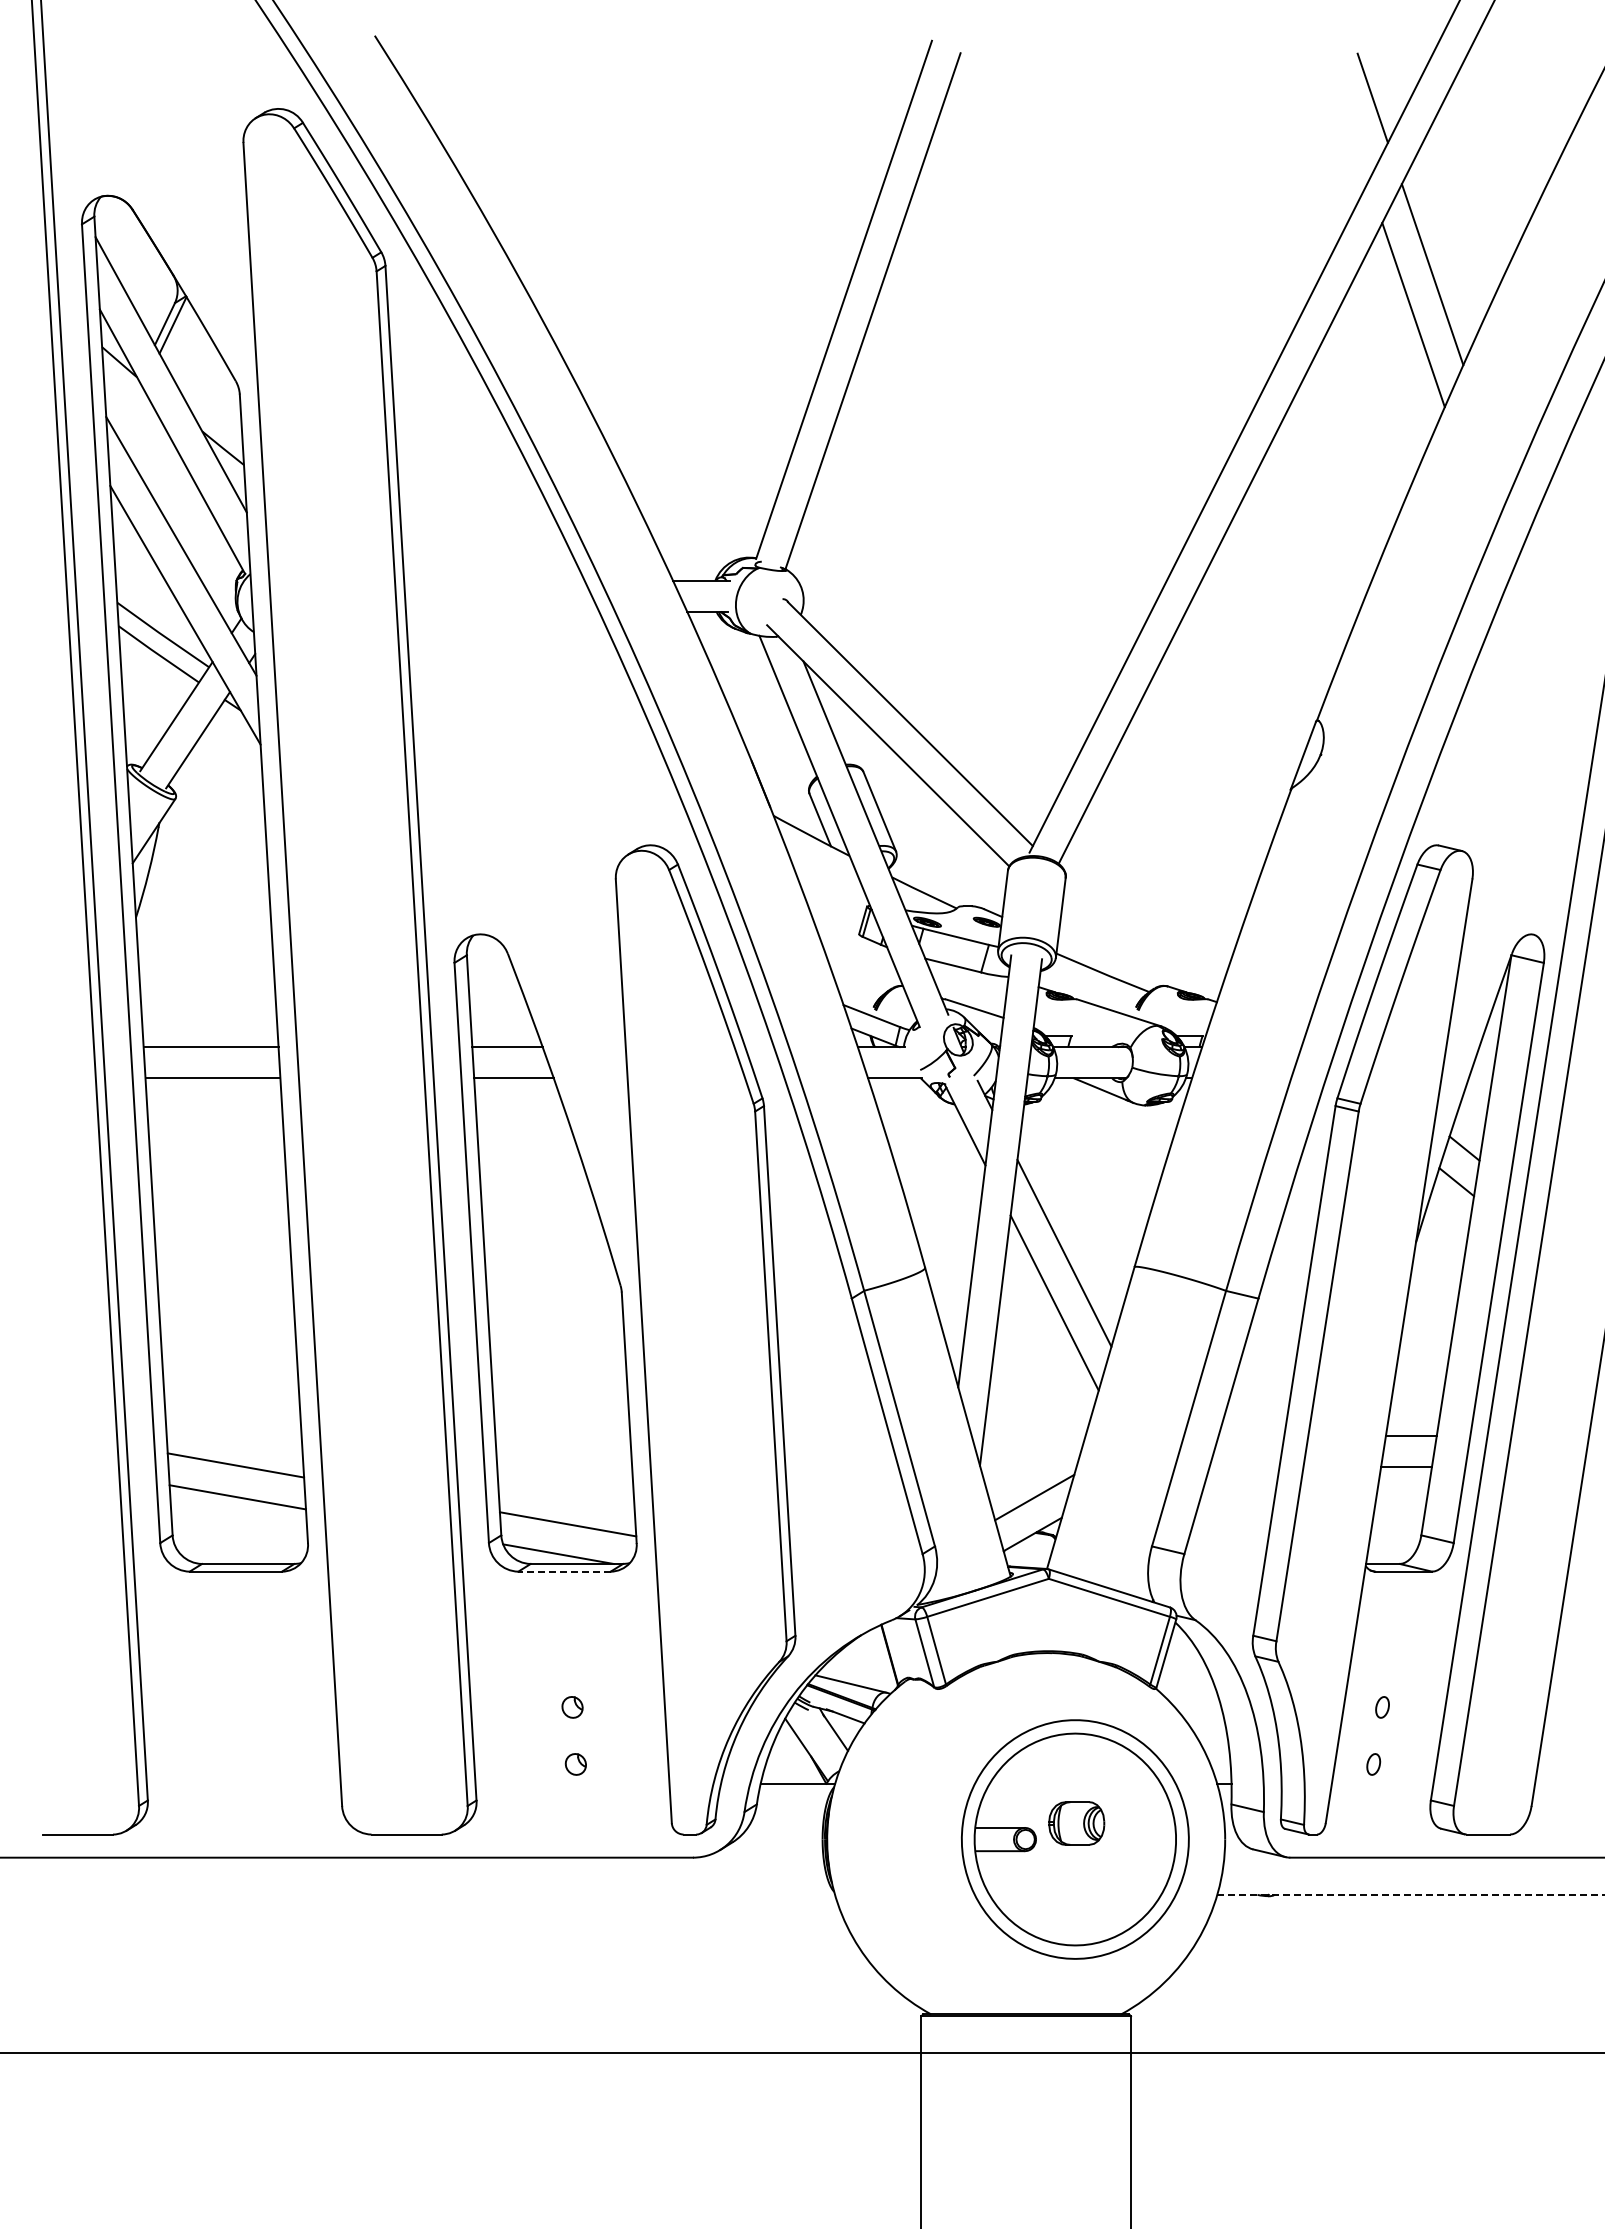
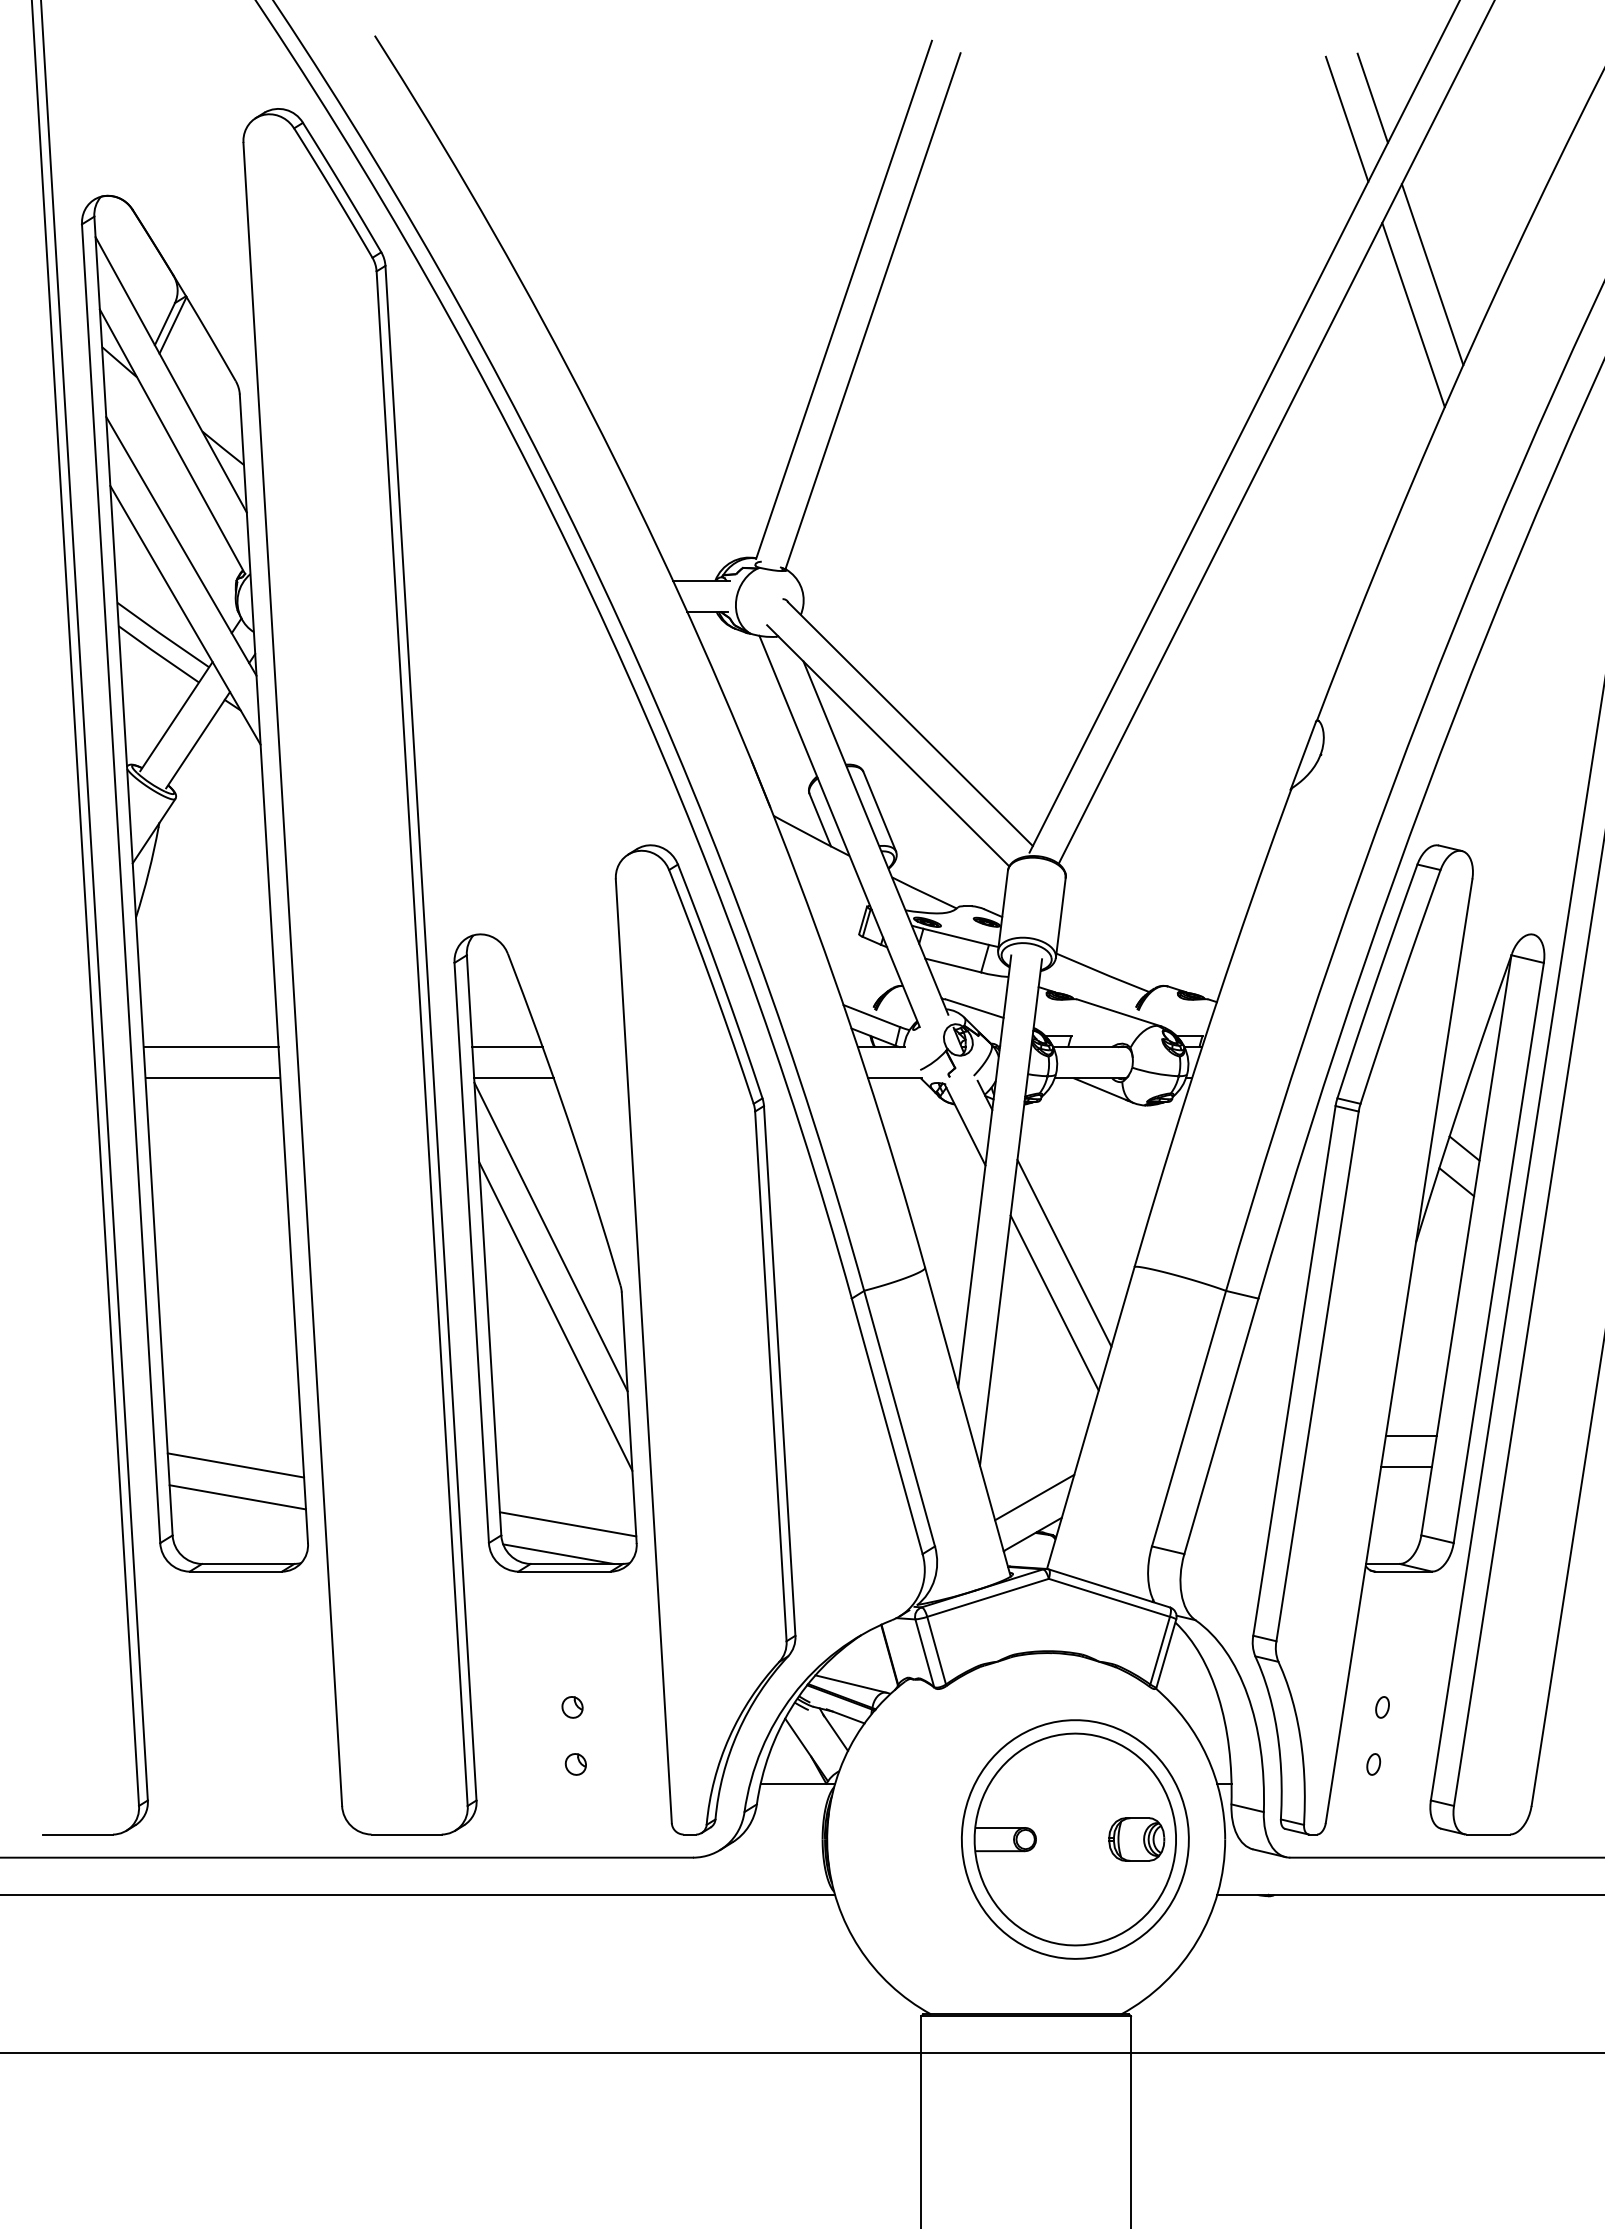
line at (1346, 118): none -> present
line at (550, 1236): none -> present
line at (555, 1316): none -> present
line at (564, 1571): dashed -> solid
part at (1076, 1823) position: (1076, 1823) -> (1136, 1839)
line at (418, 1894): none -> present
line at (1411, 1894): dashed -> solid
